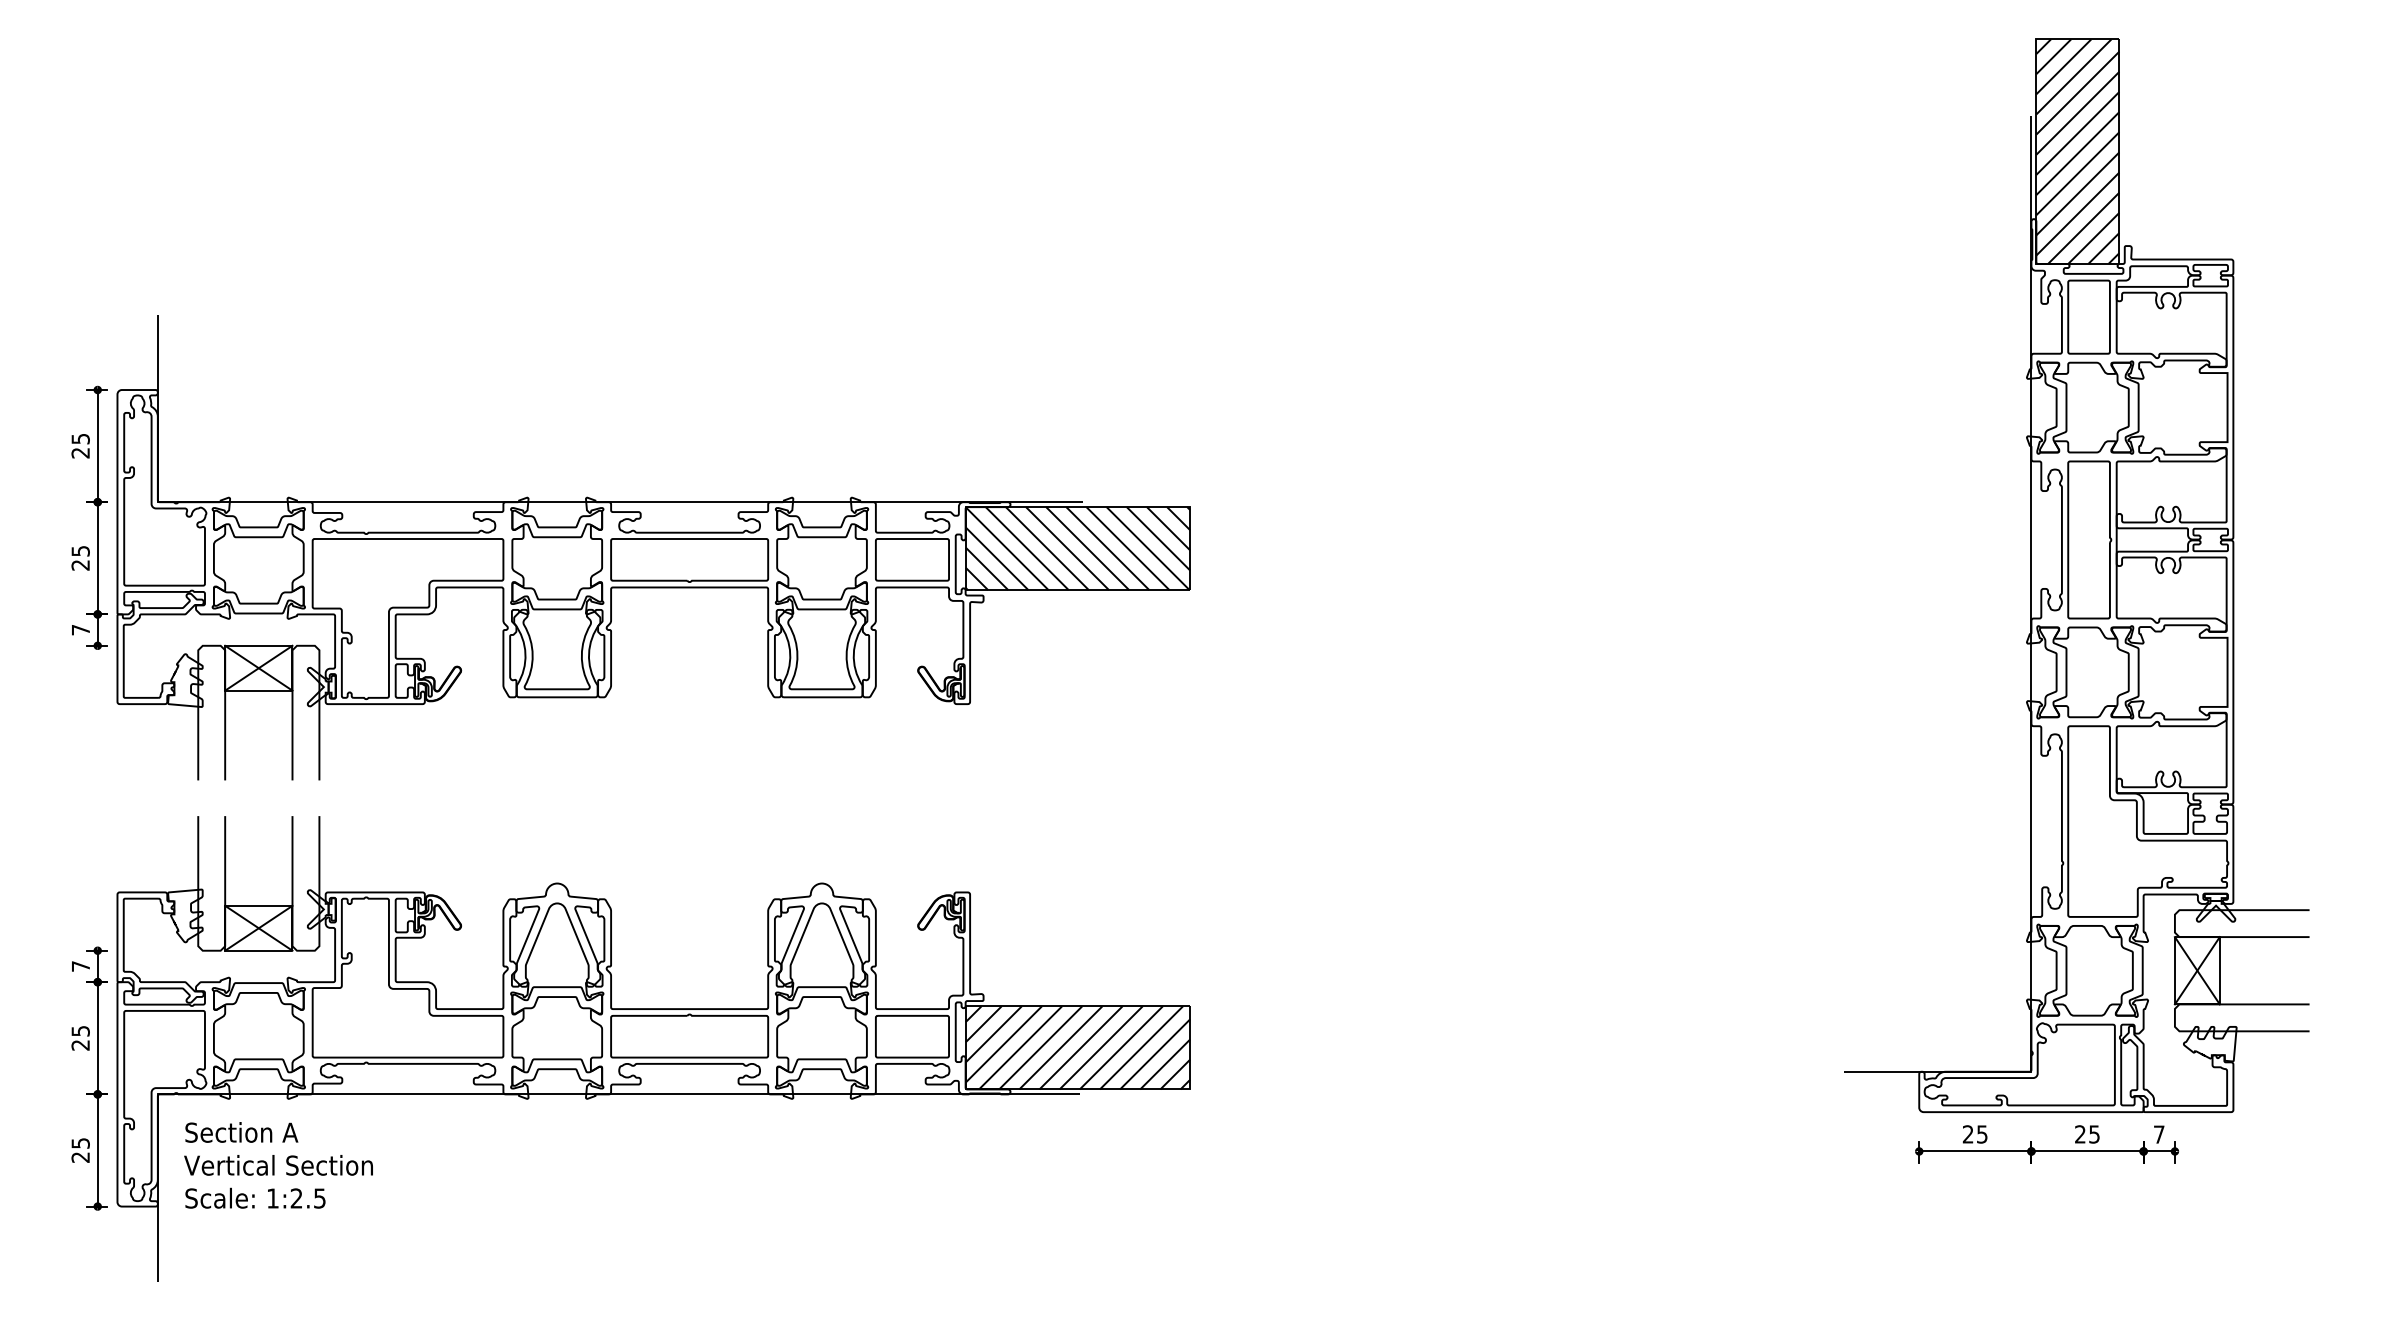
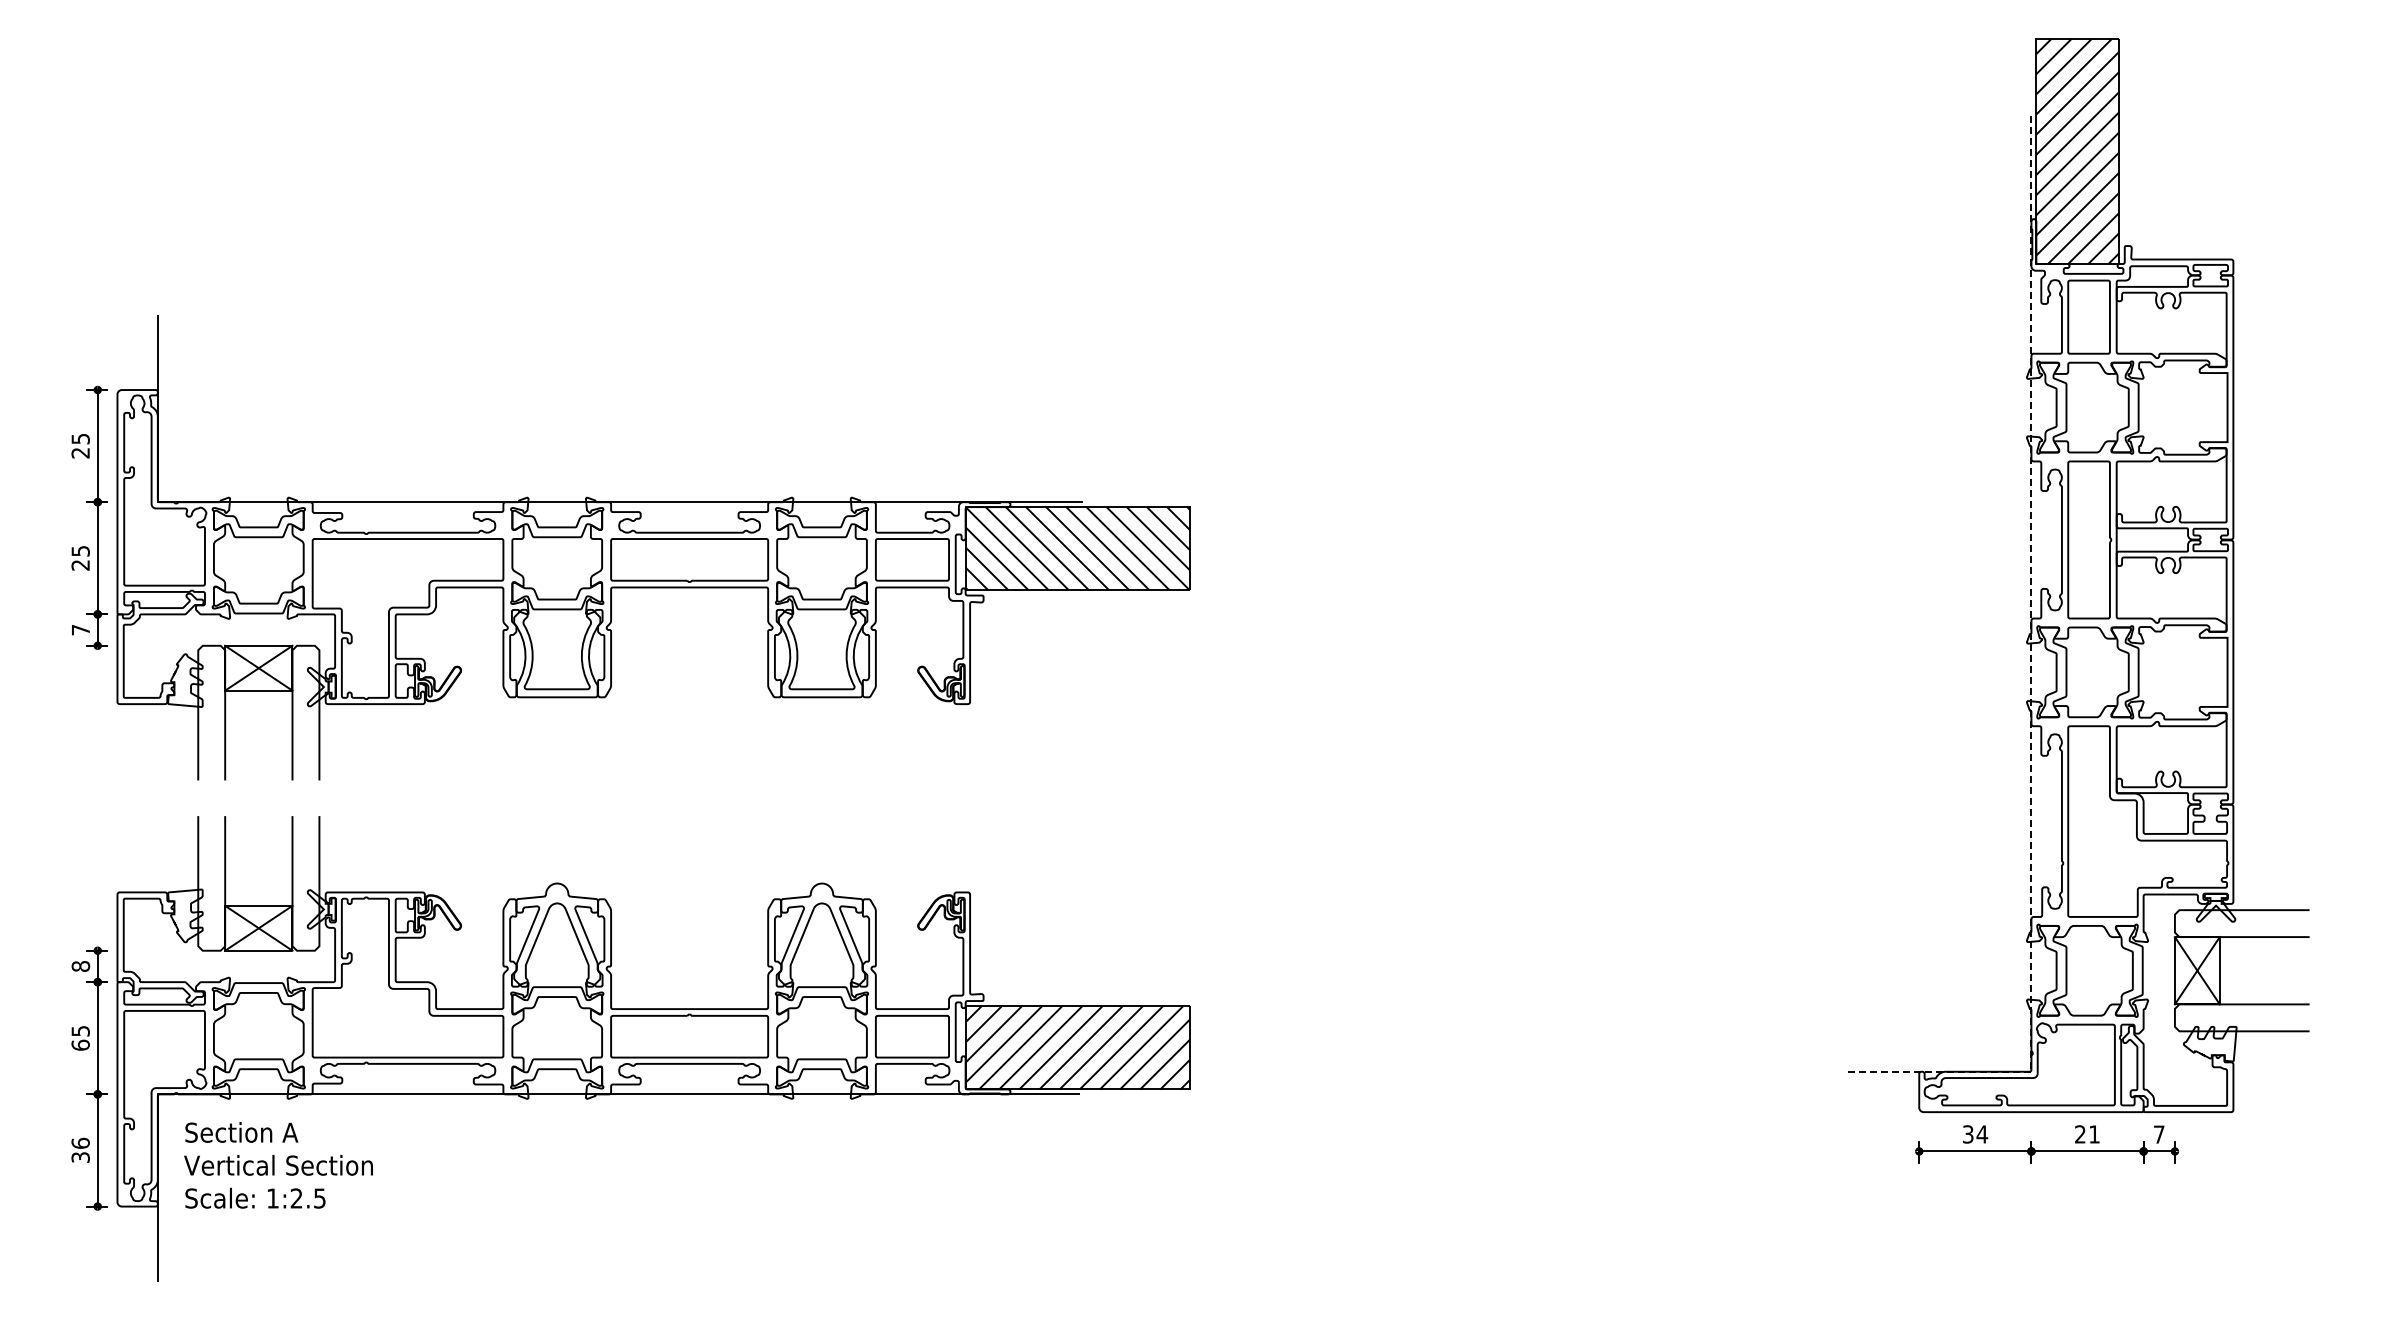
line at (2031, 688): solid -> dashed
text at (80, 966): 7 -> 8
text at (80, 1044): 25 -> 65
text at (1975, 1134): 25 -> 34
text at (2094, 1134): 25 -> 21
text at (80, 1149): 25 -> 36
